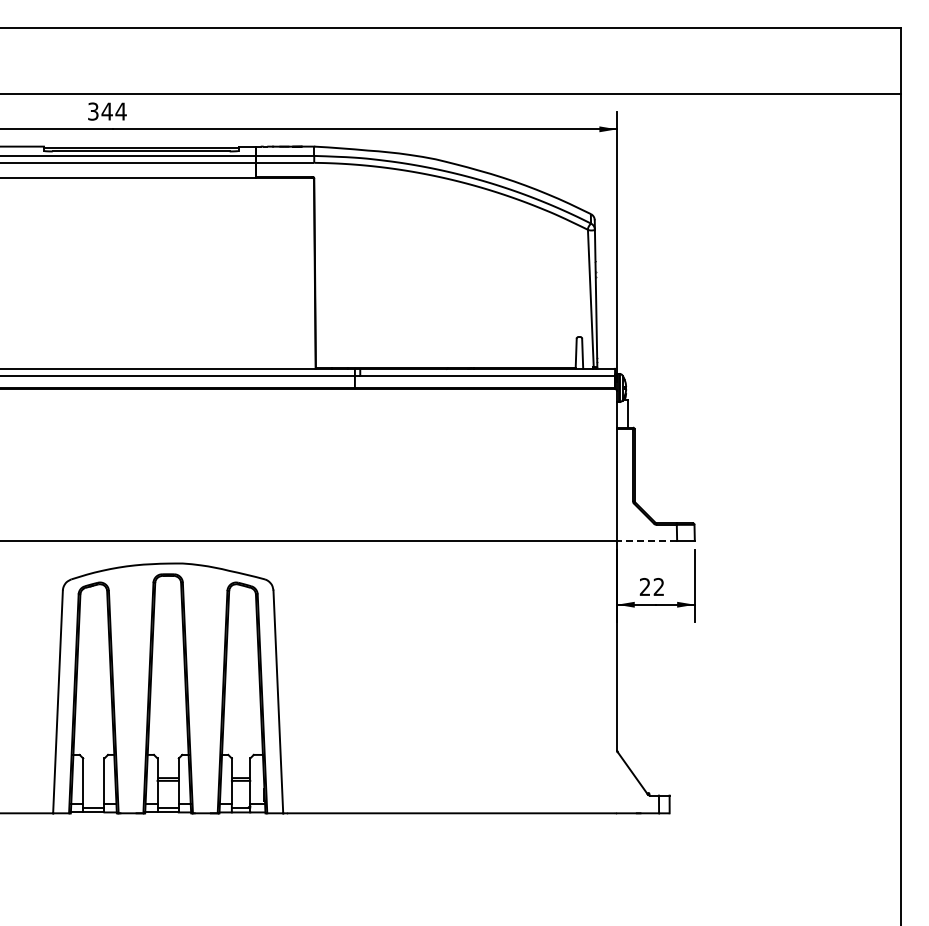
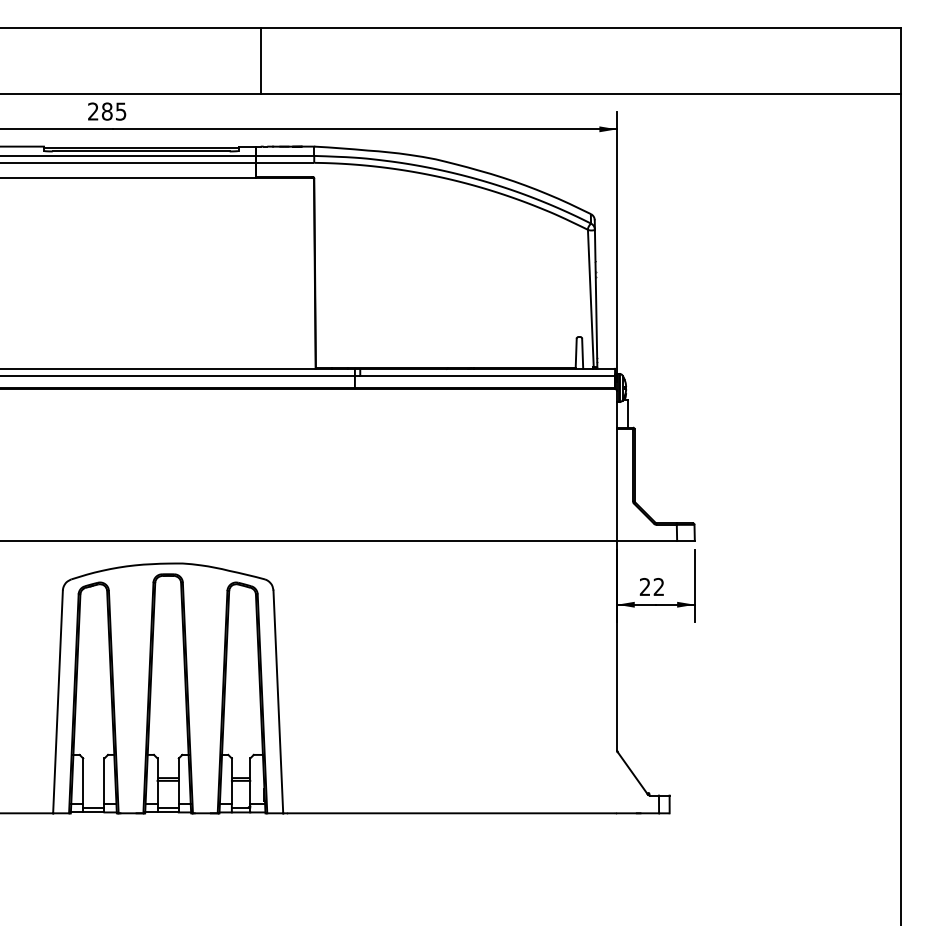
line at (261, 60): none -> present
text at (107, 111): 344 -> 285
line at (646, 540): dashed -> solid
